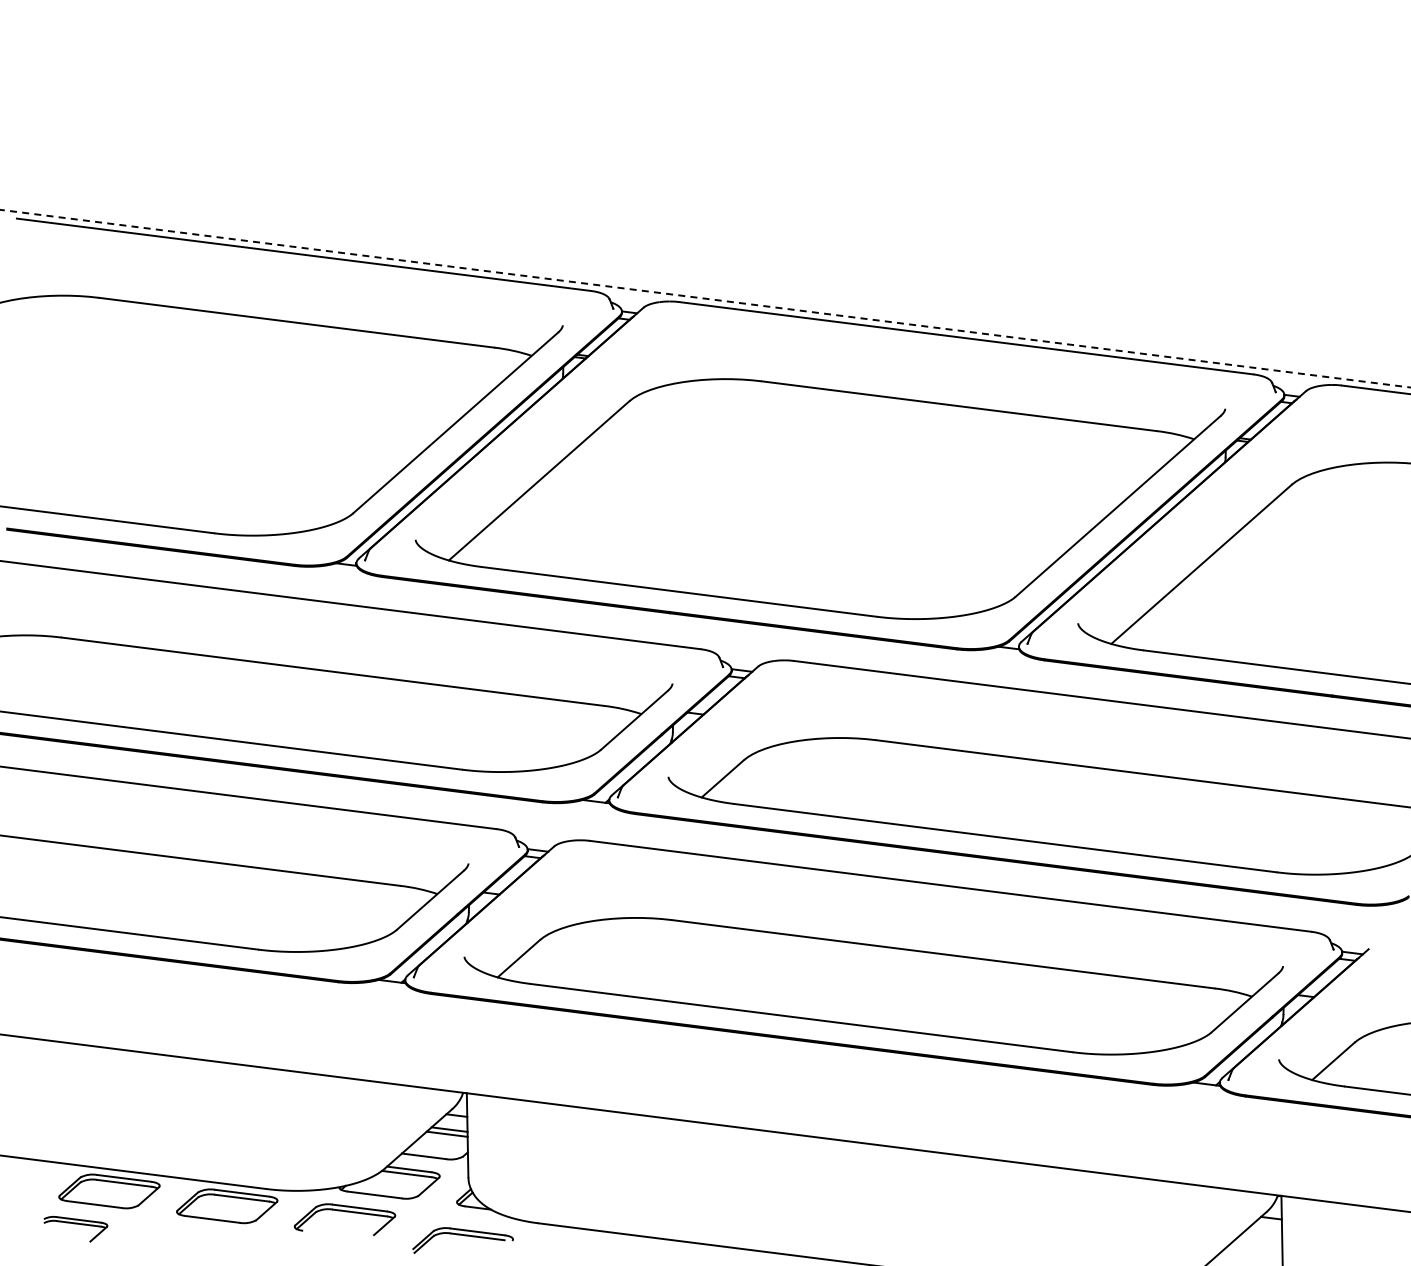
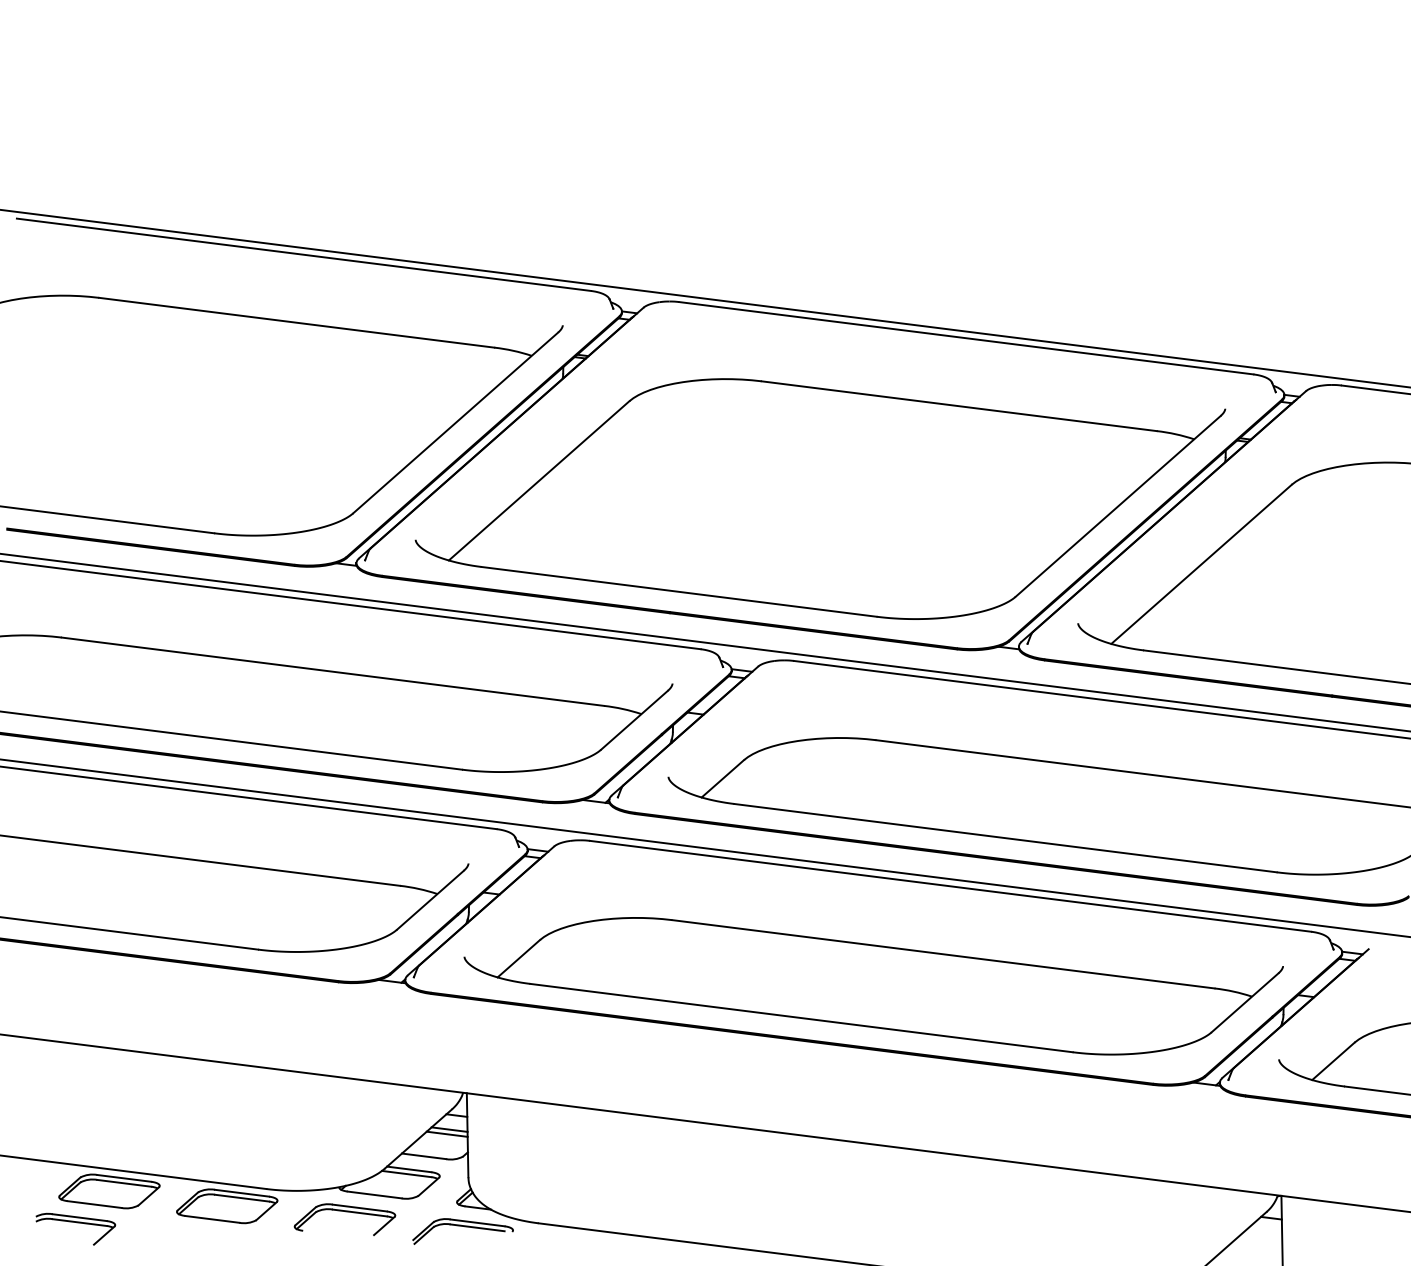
line at (704, 298): dashed -> solid
line at (704, 642): none -> present
line at (704, 847): none -> present
part at (75, 1229) size: 66x27 px -> 82x34 px
part at (462, 1240) position: (462, 1240) -> (462, 1231)
